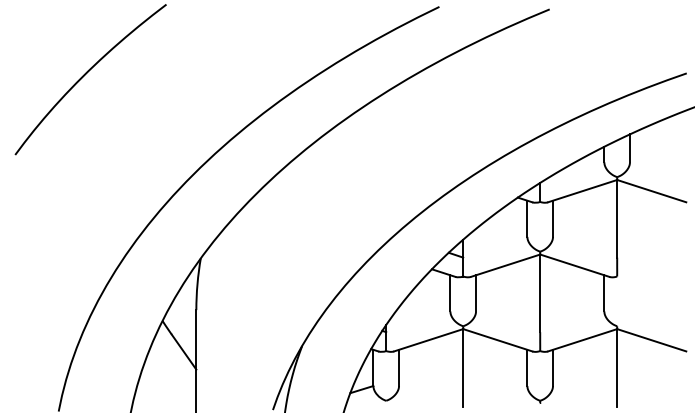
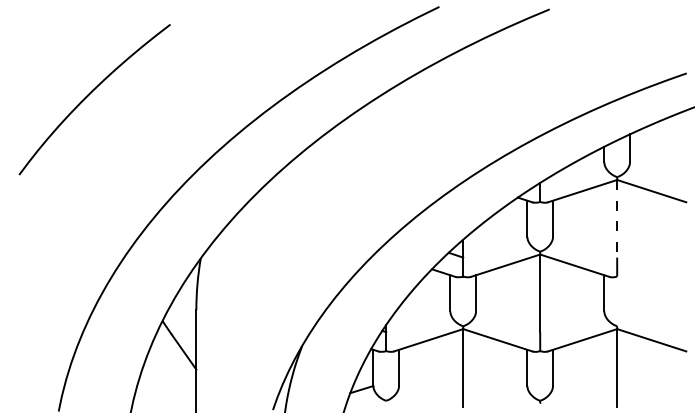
curve at (86, 74) position: (86, 74) -> (90, 94)
line at (617, 218): solid -> dashed
